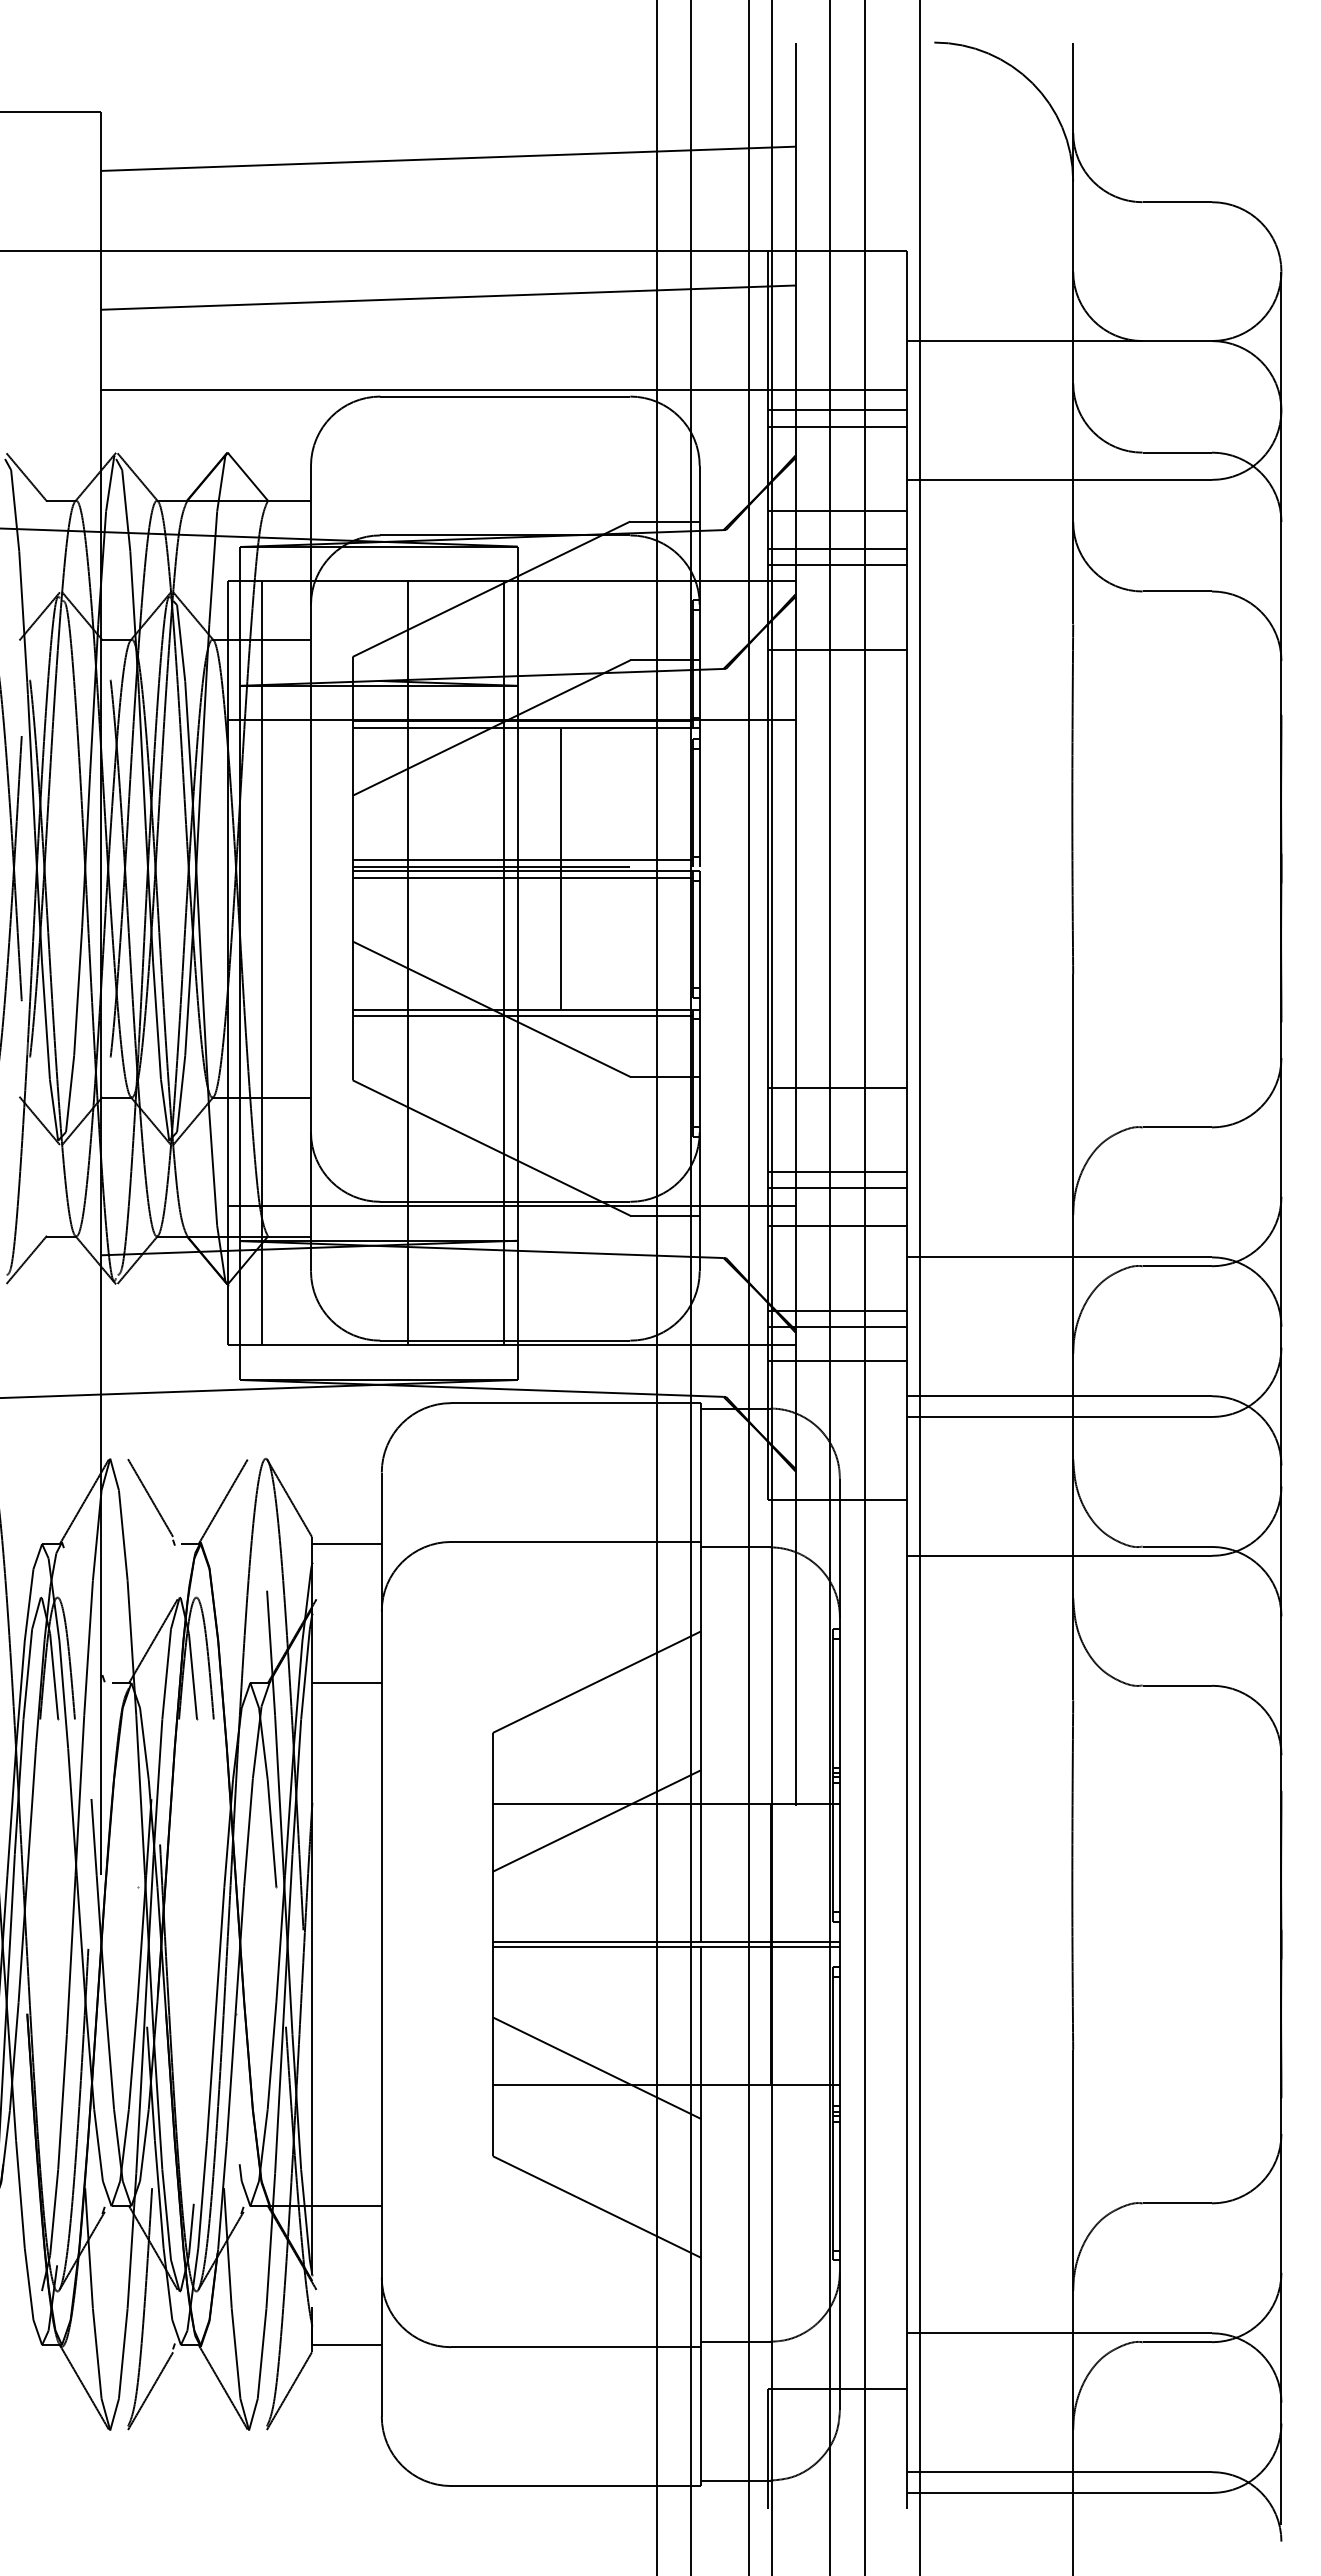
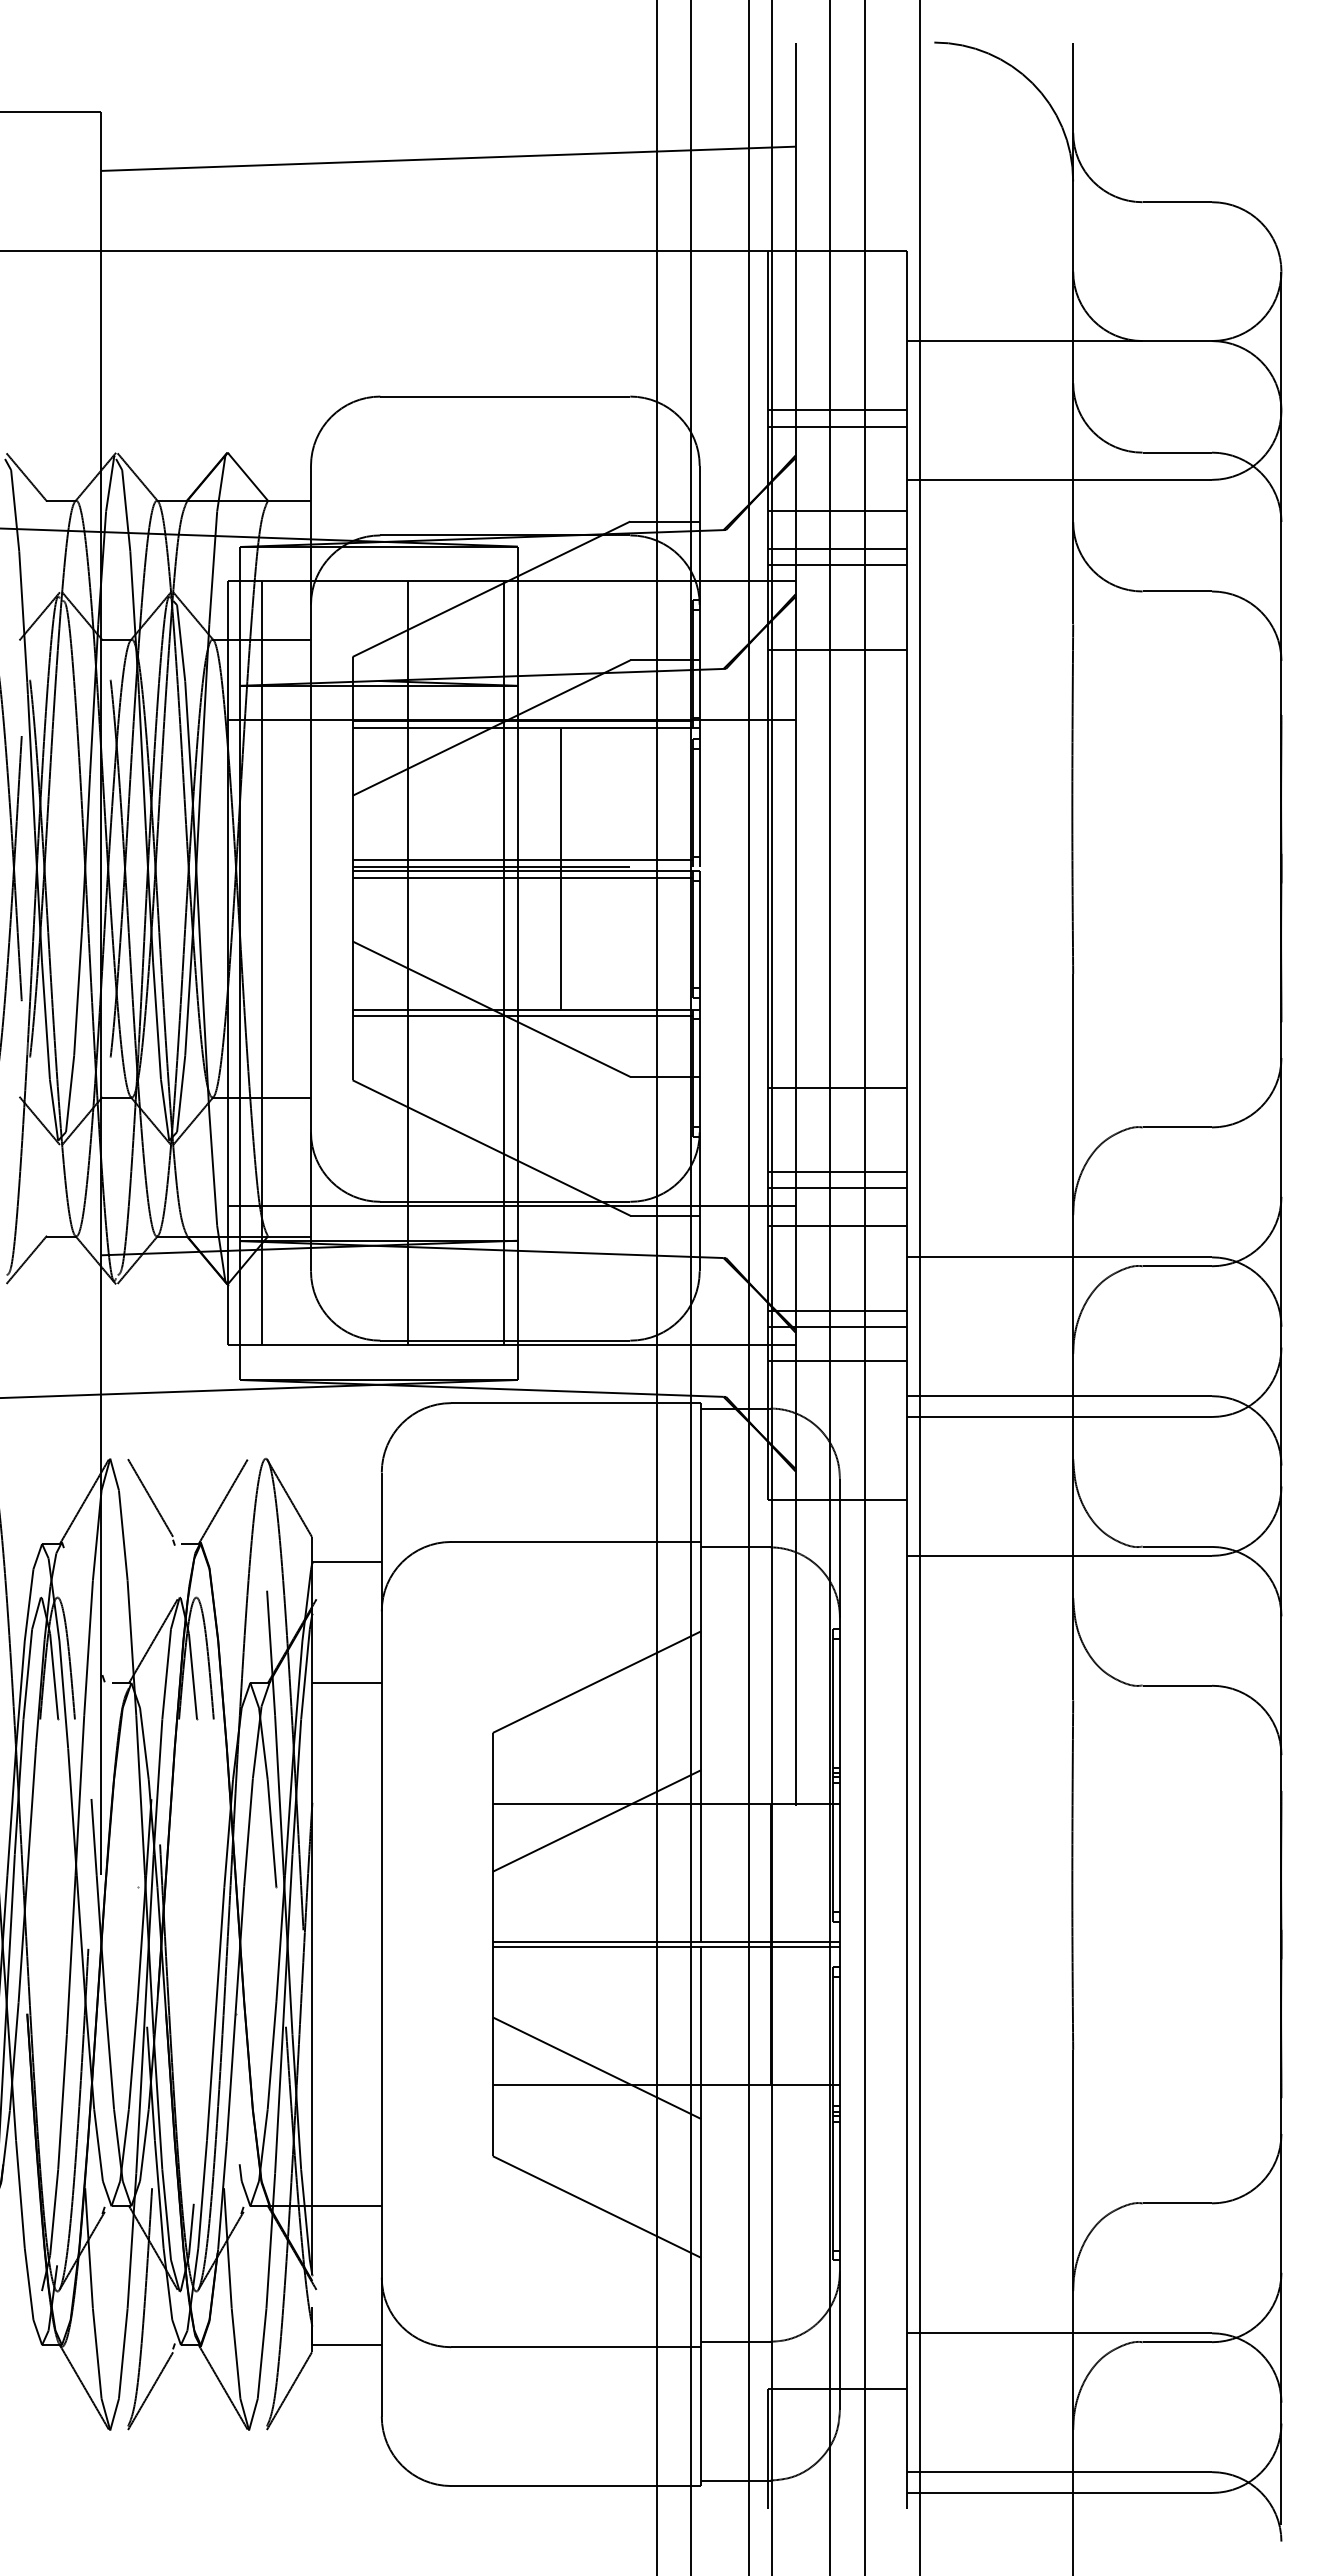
line at (448, 297): present -> none
line at (503, 389): present -> none
line at (346, 1544) position: (346, 1544) -> (346, 1562)
